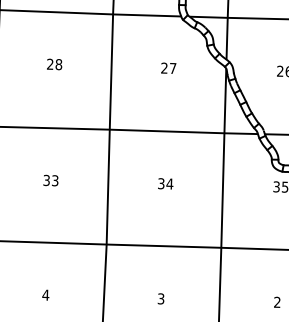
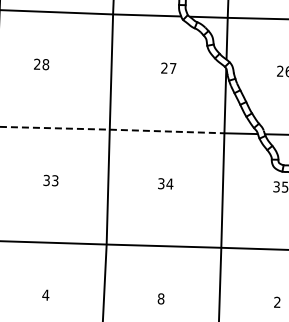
text at (54, 64) position: (54, 64) -> (41, 64)
line at (111, 129): solid -> dashed
text at (160, 298): 3 -> 8
